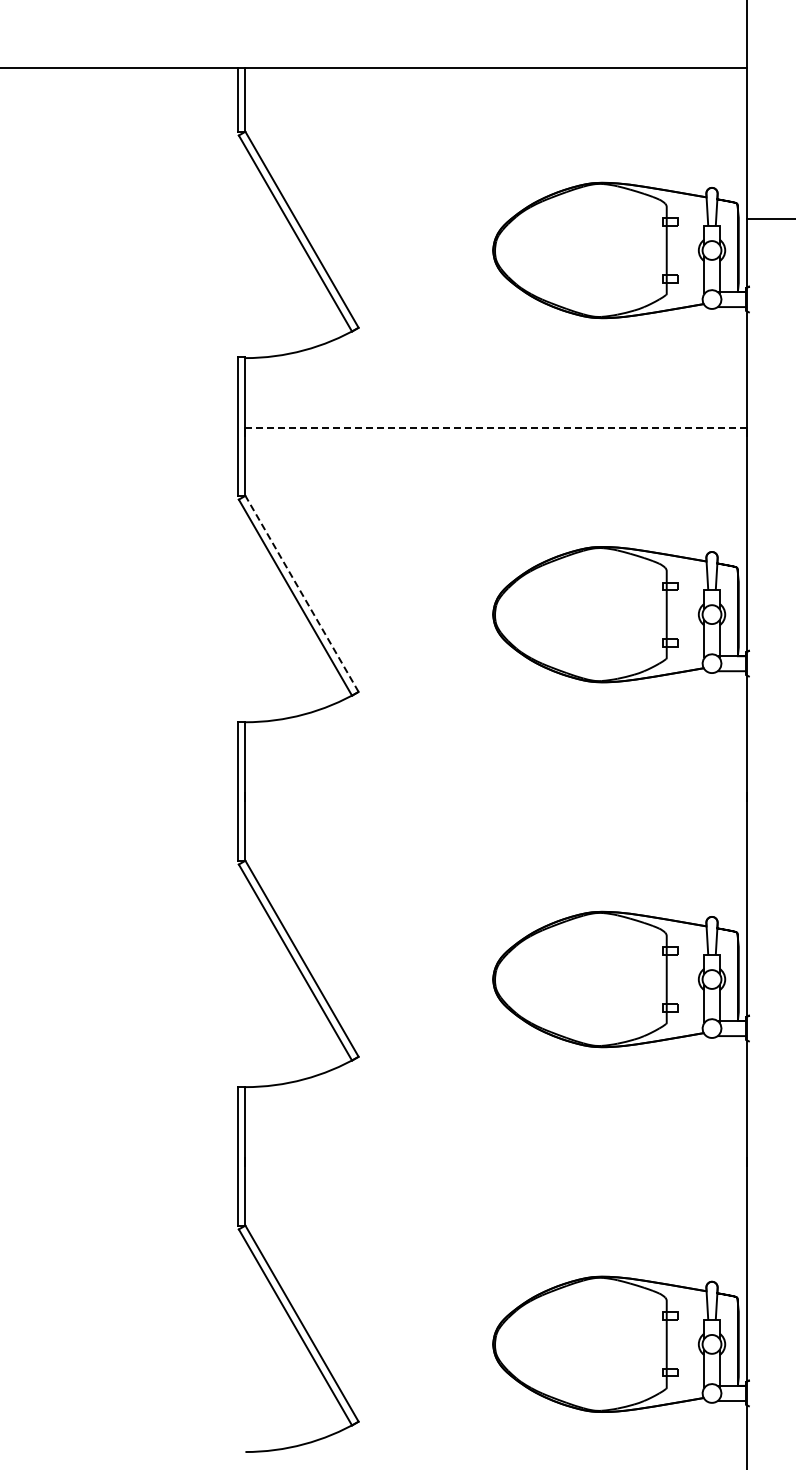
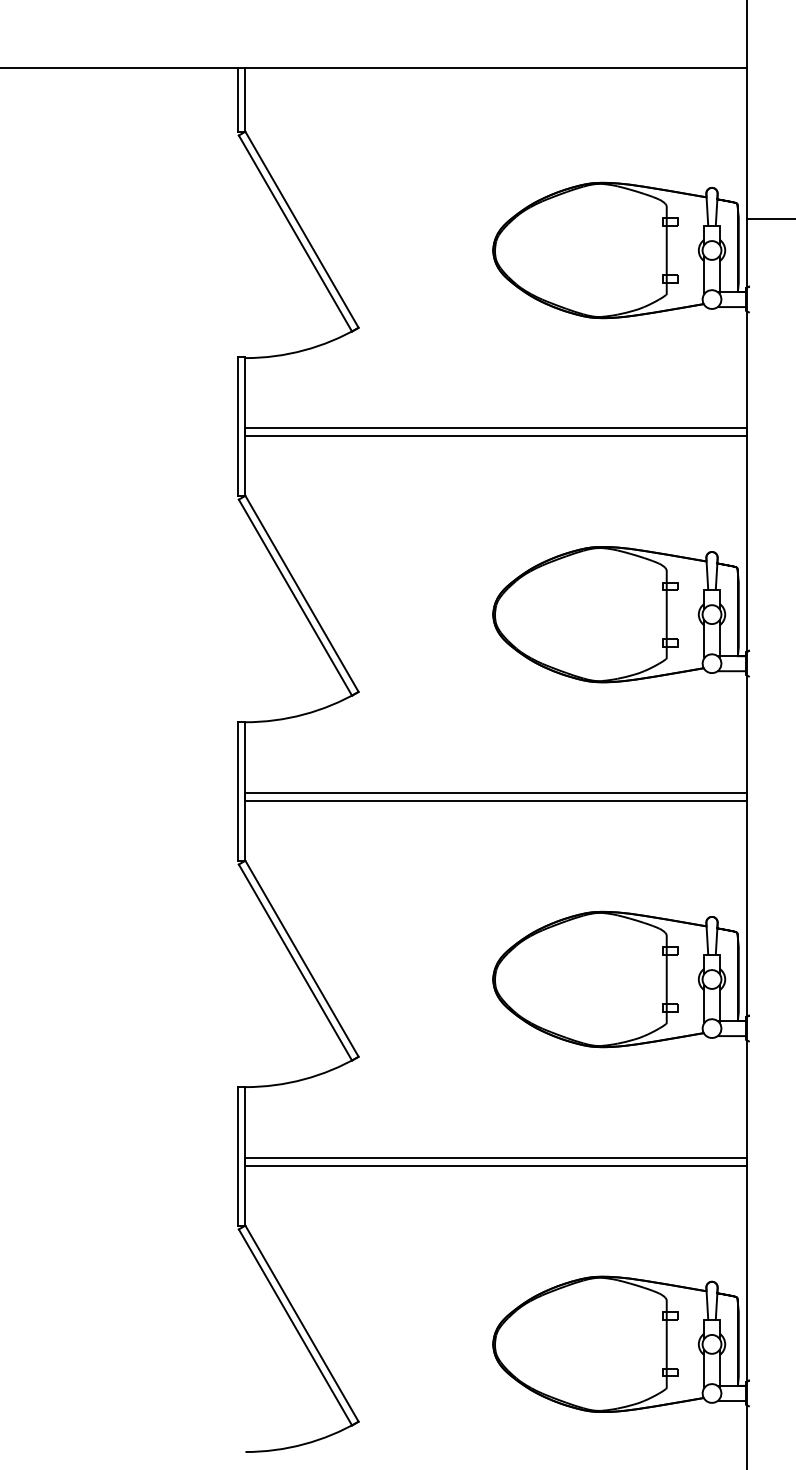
line at (496, 428): dashed -> solid
line at (496, 435): none -> present
line at (301, 593): dashed -> solid
line at (496, 793): none -> present
line at (496, 800): none -> present
line at (496, 1158): none -> present
line at (496, 1165): none -> present
